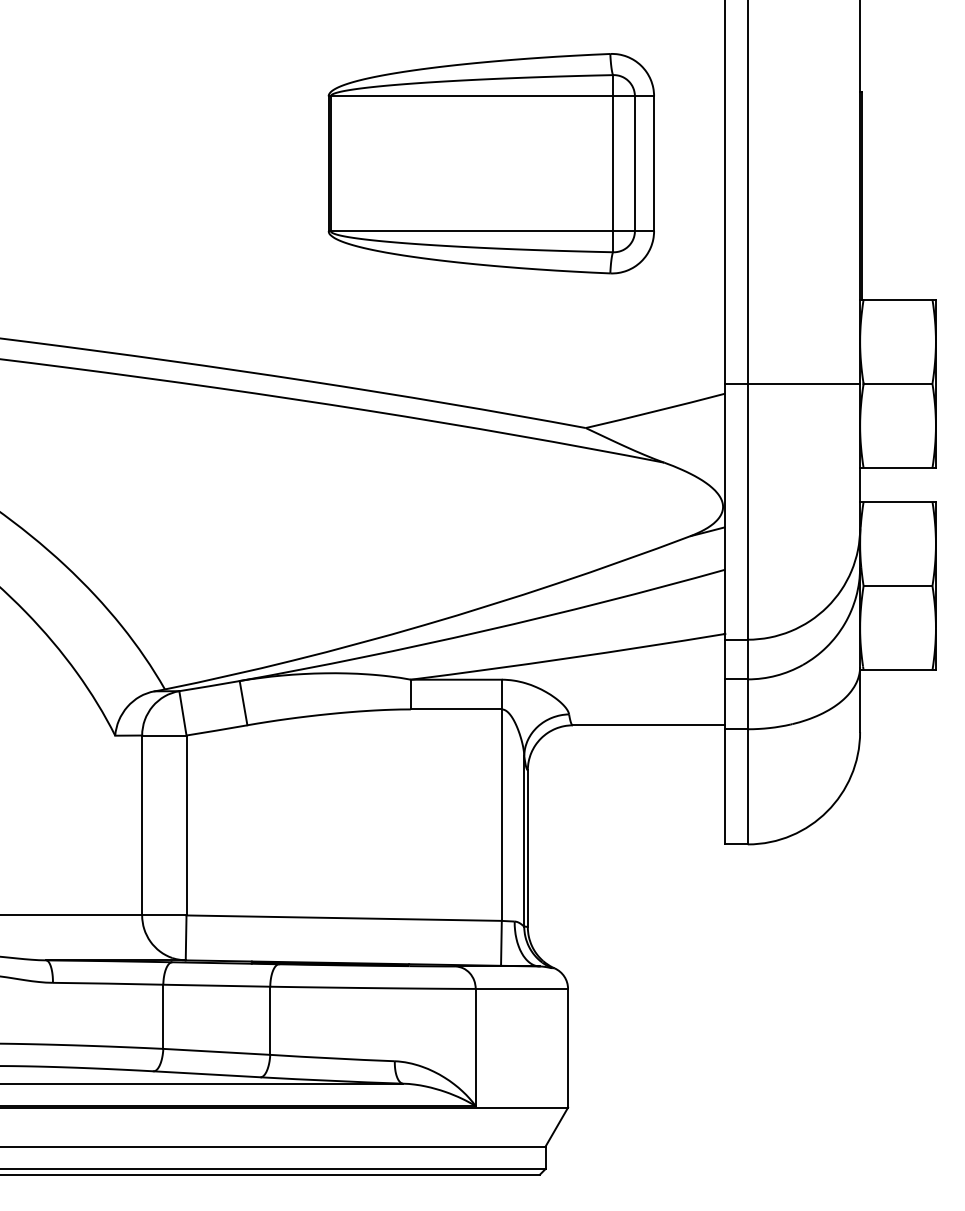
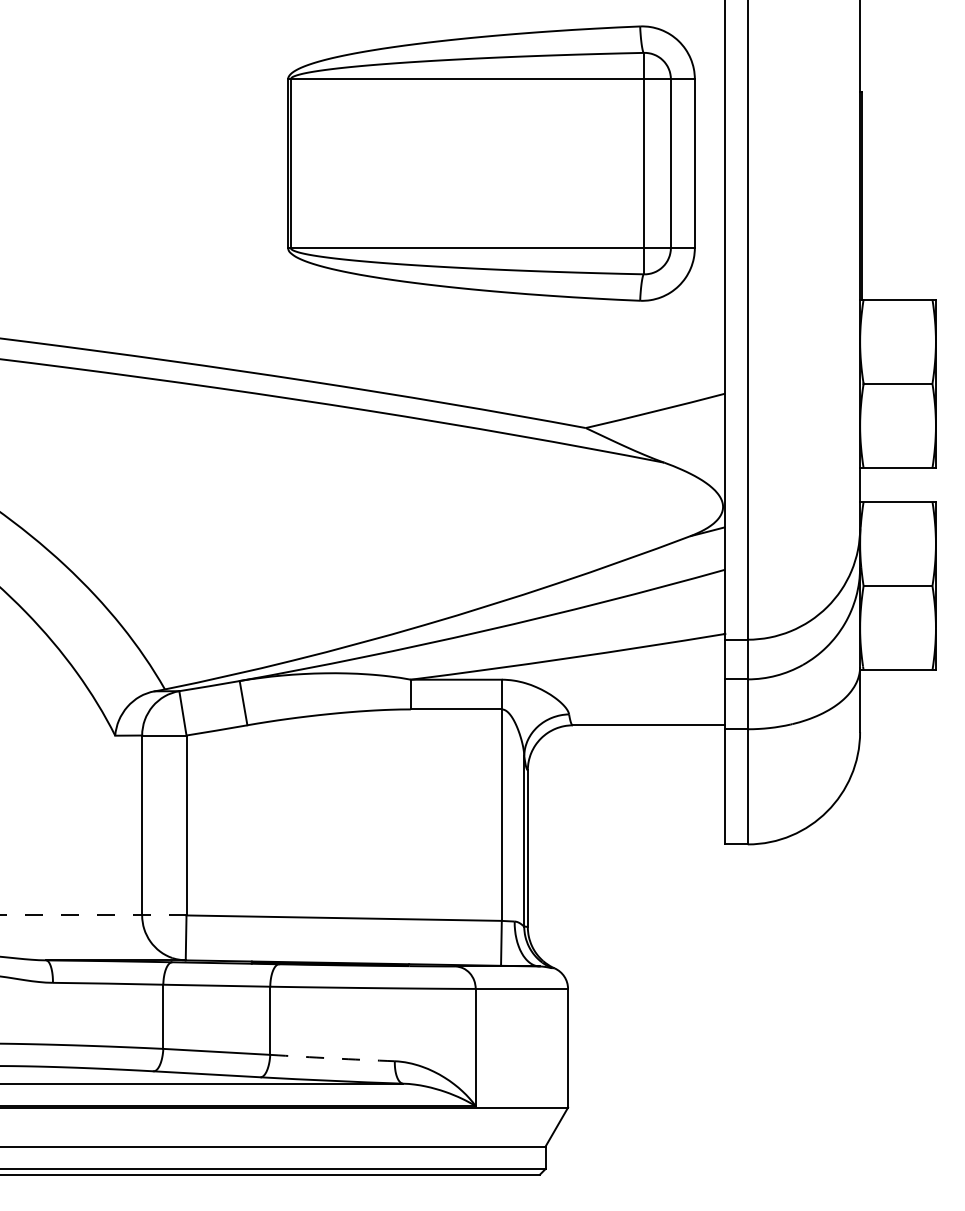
part at (490, 163) size: 328x222 px -> 409x277 px
line at (792, 383): present -> none
line at (93, 915): solid -> dashed
arc at (332, 1058): solid -> dashed
